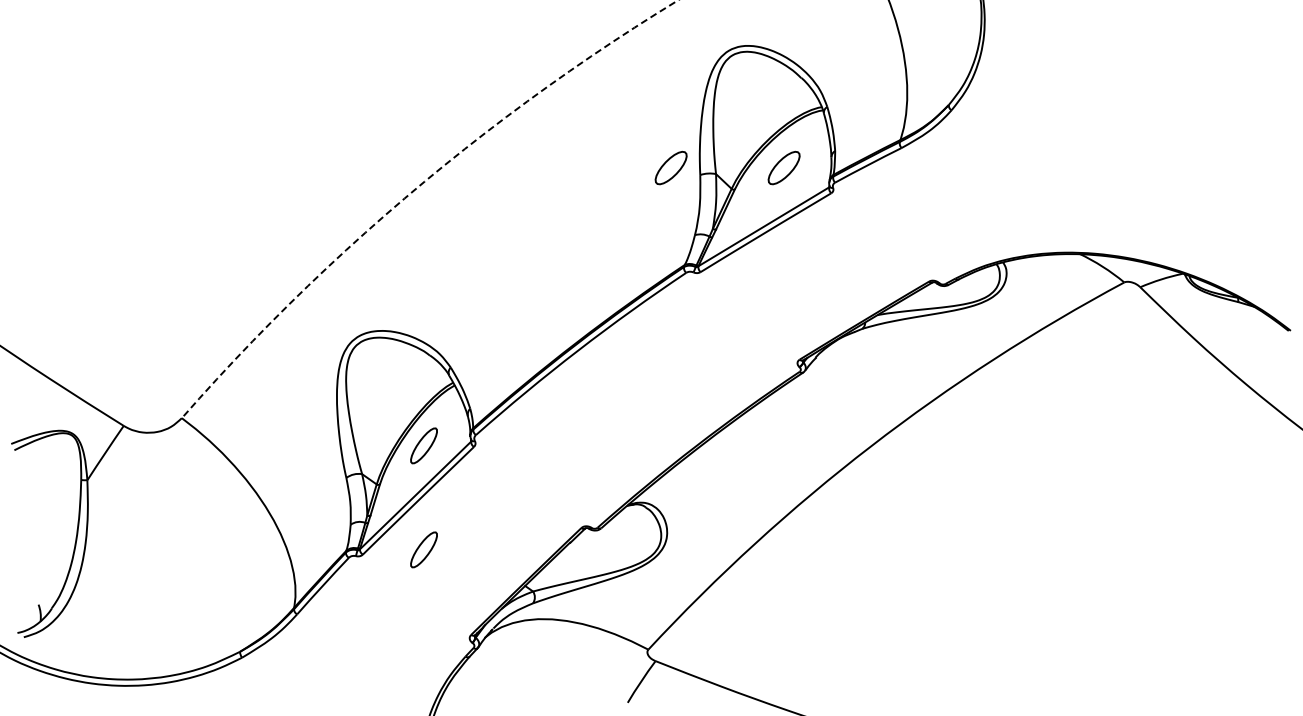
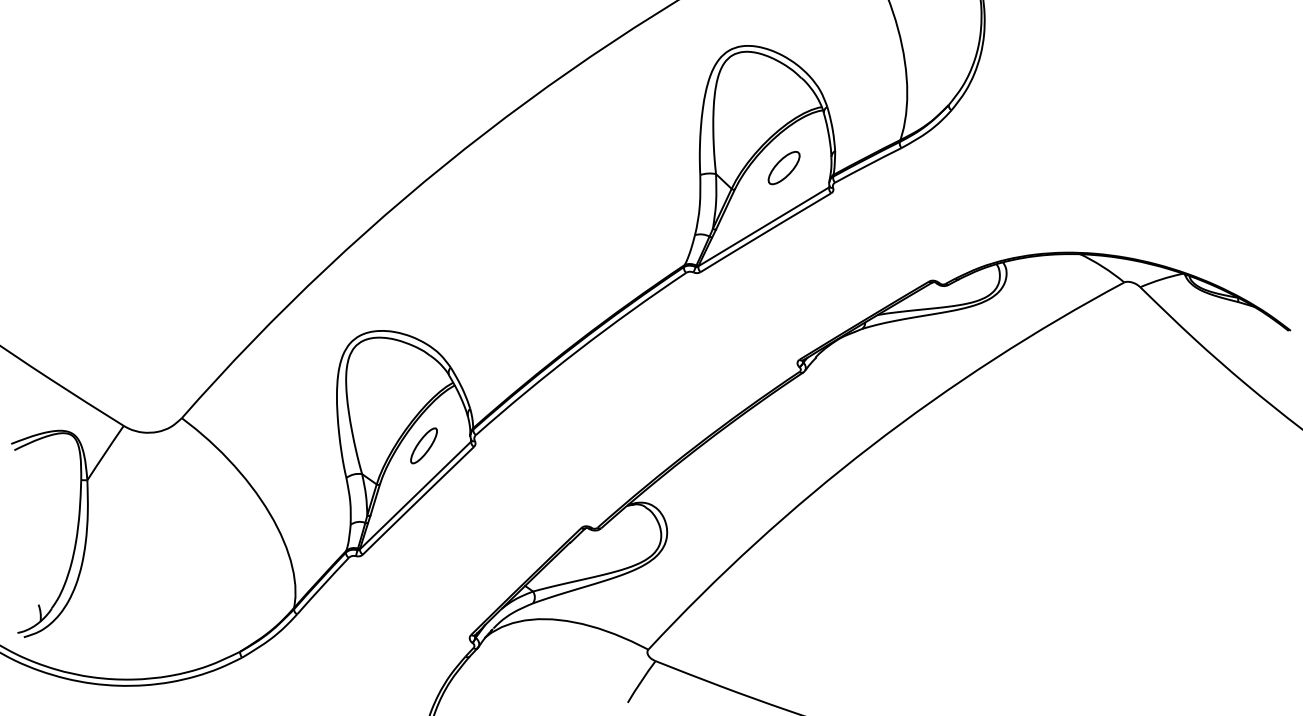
part at (670, 167): present -> none
arc at (414, 190): dashed -> solid
part at (423, 549): present -> none
